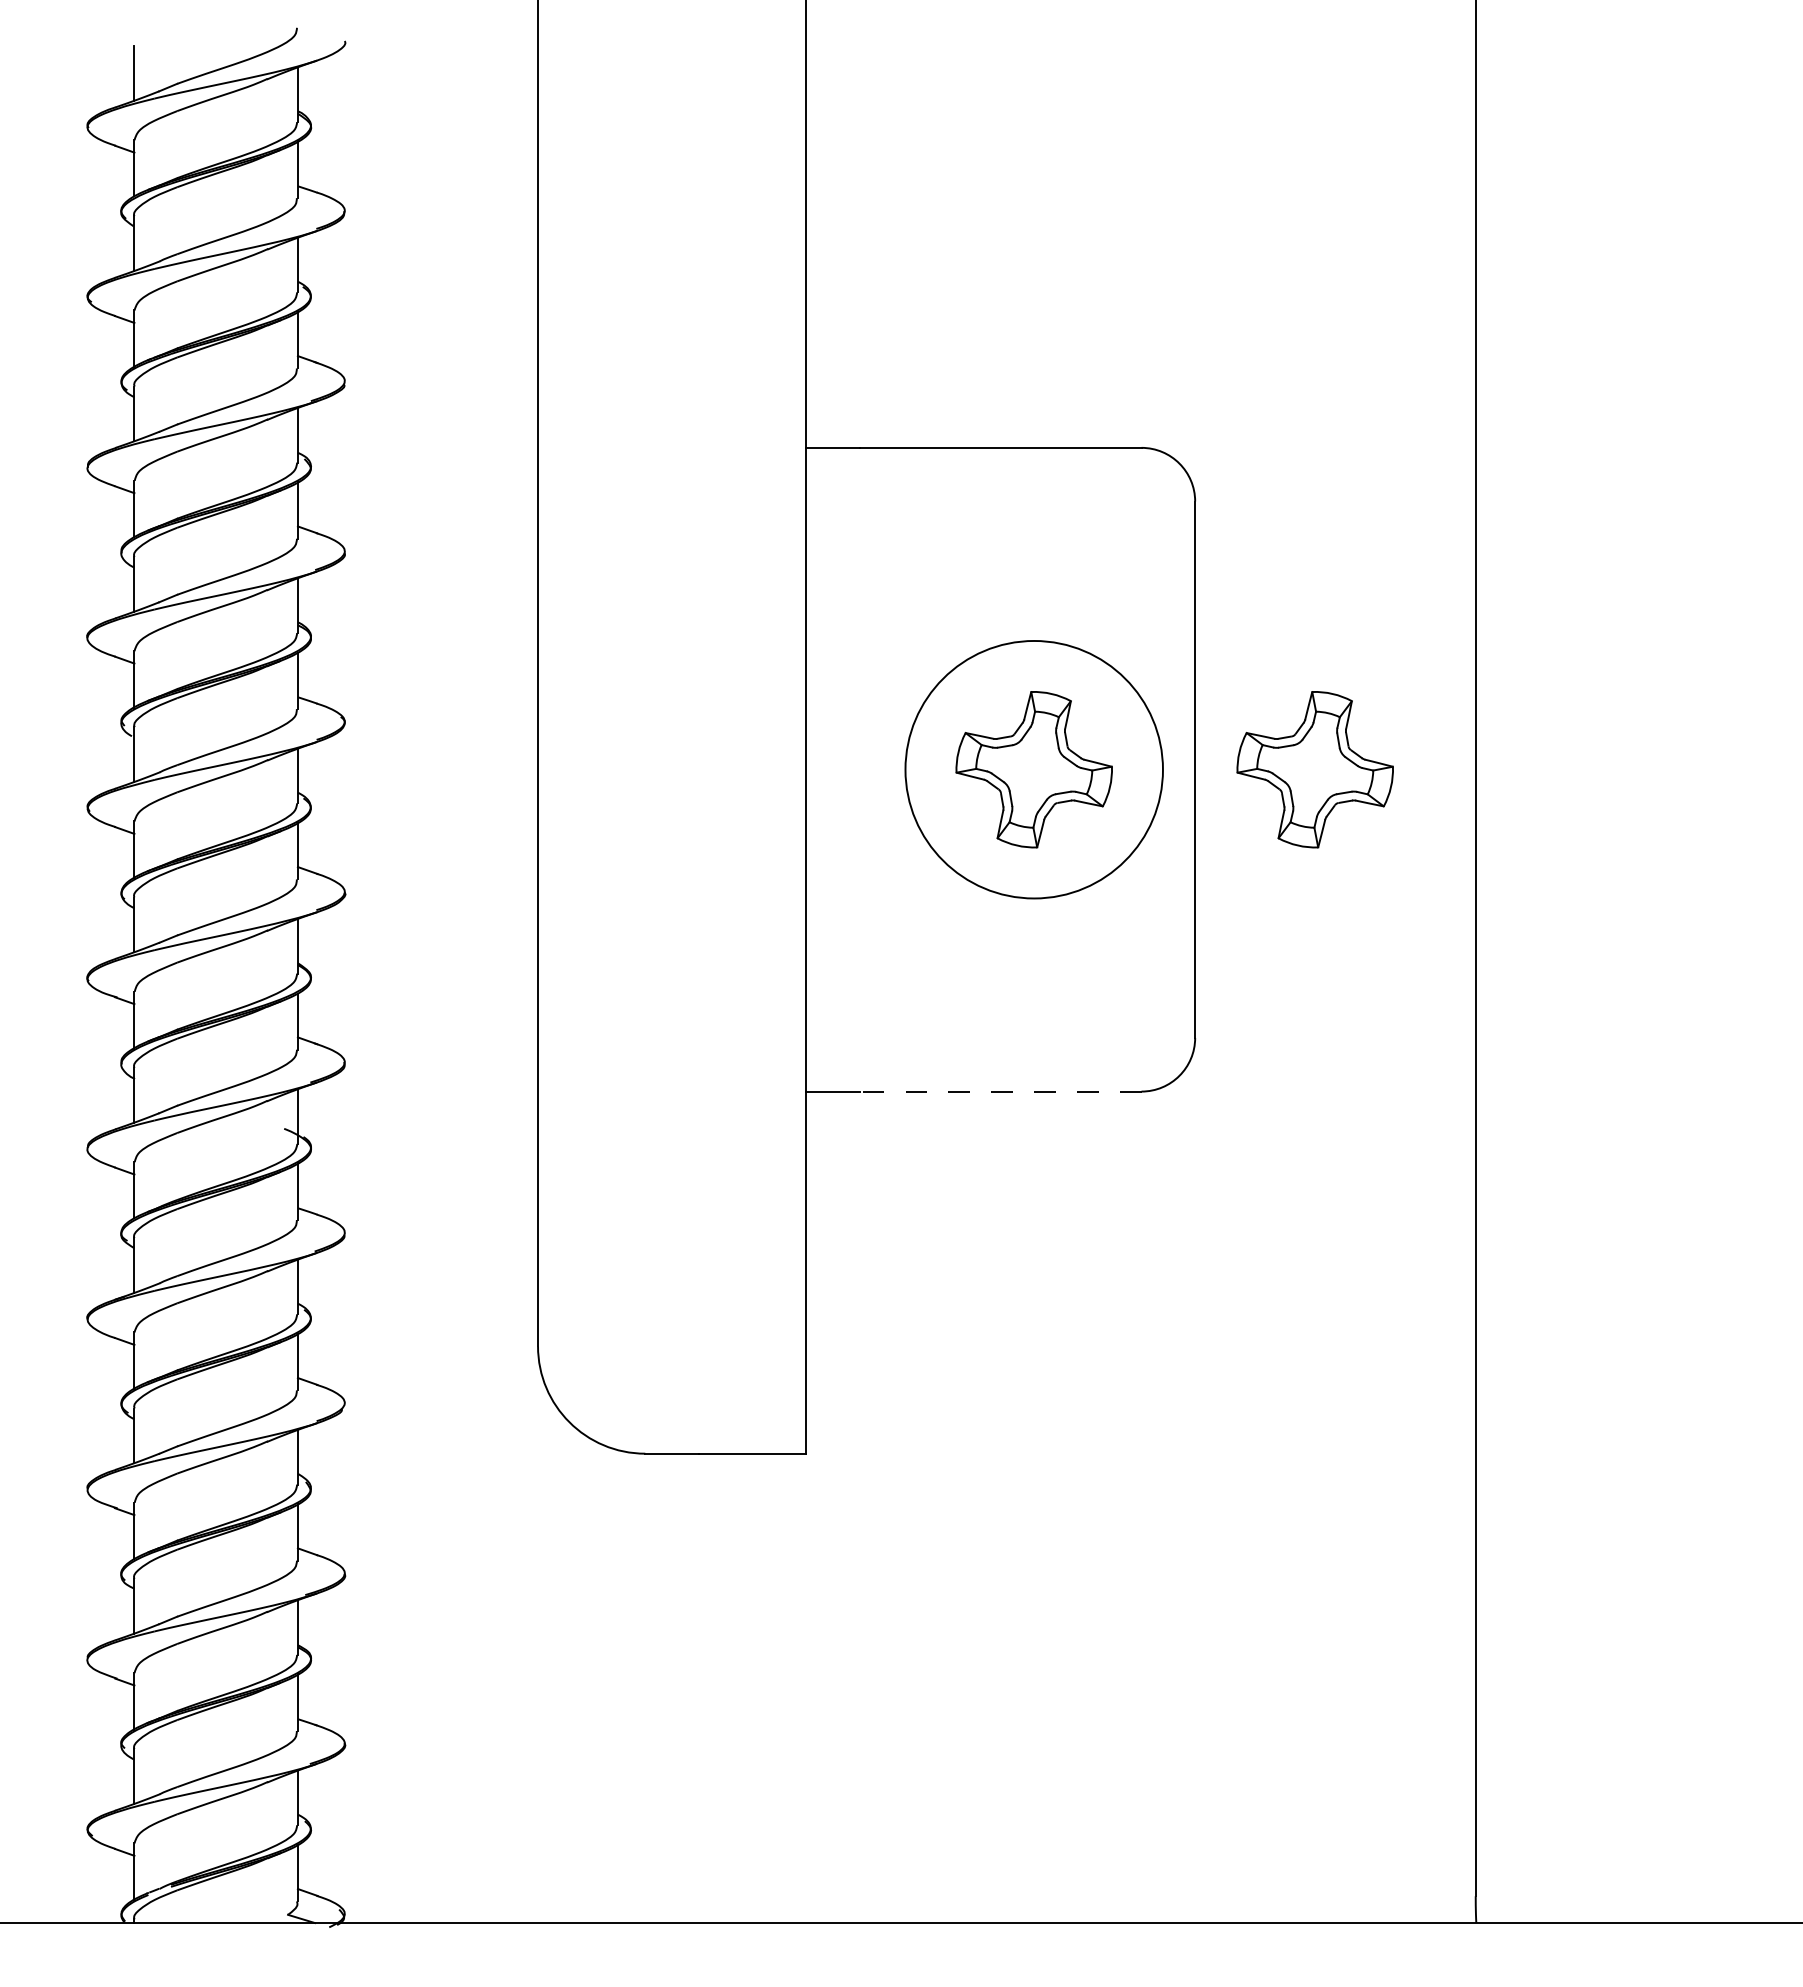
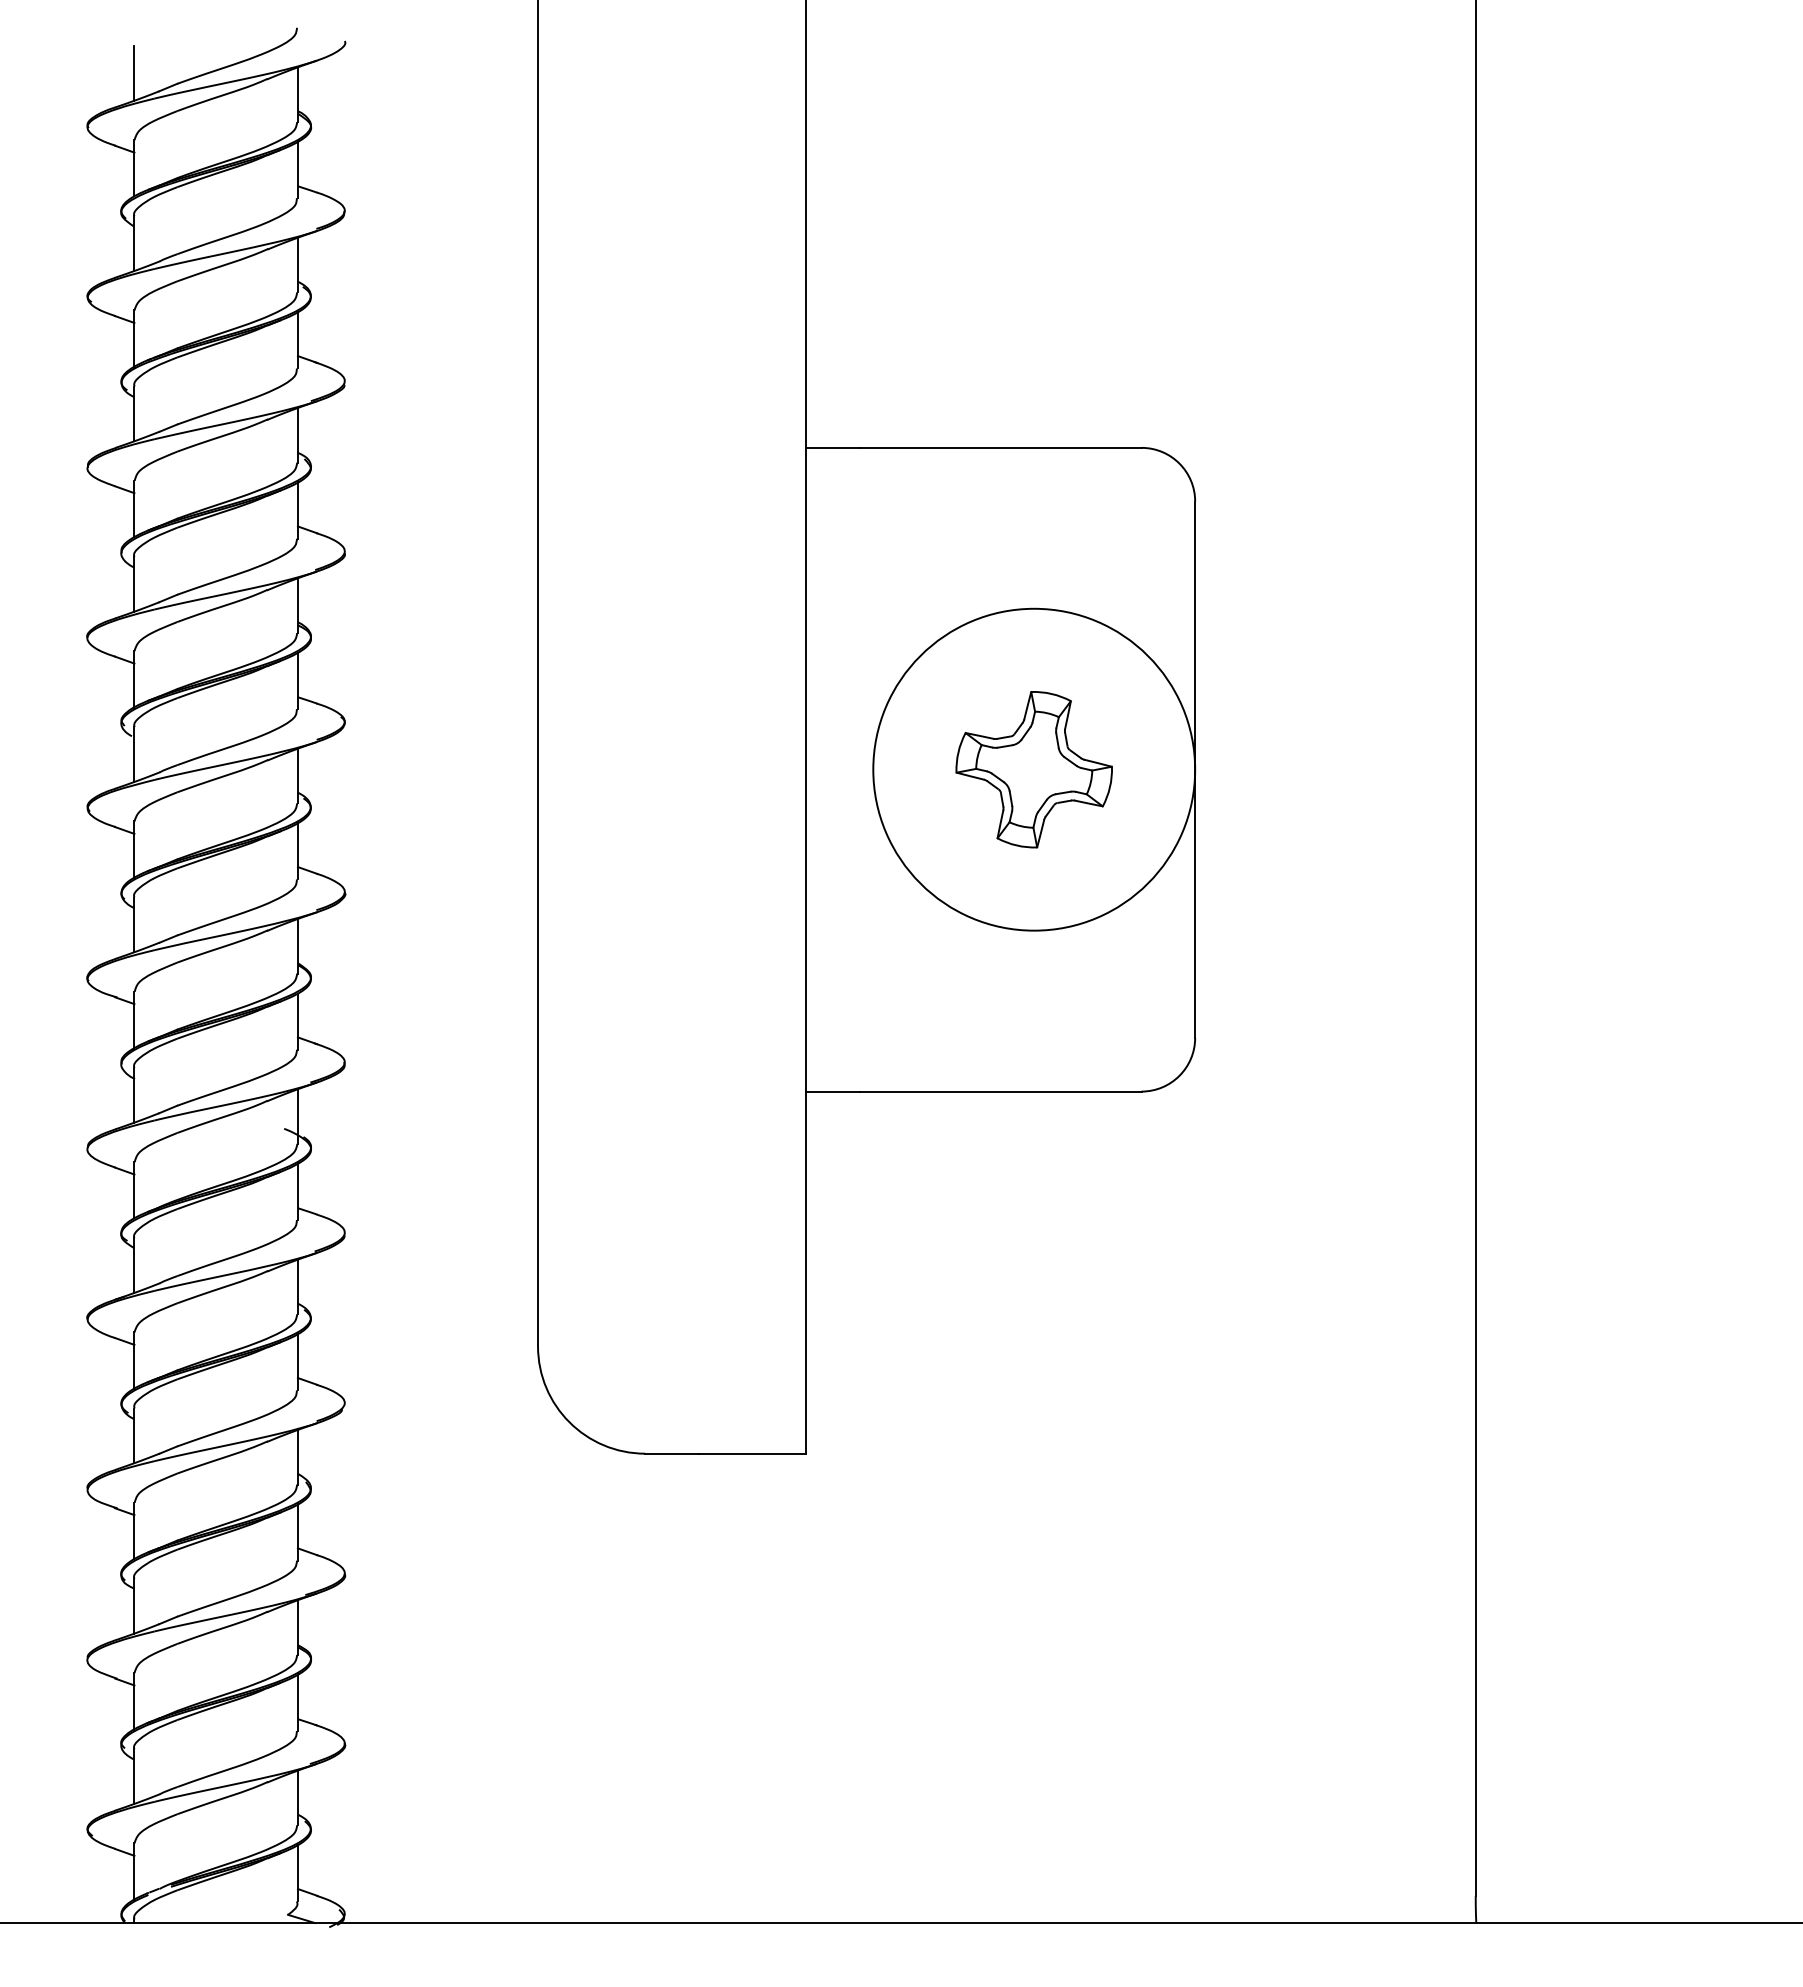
circle at (1033, 769) diameter: 257 px -> 322 px
part at (1314, 769): present -> none
line at (1000, 1091): dashed -> solid
